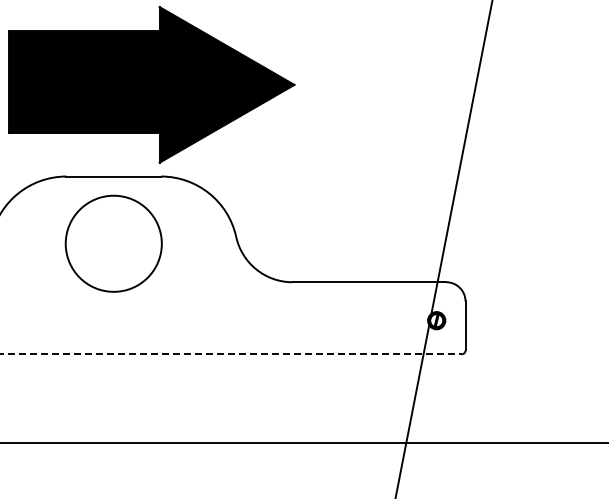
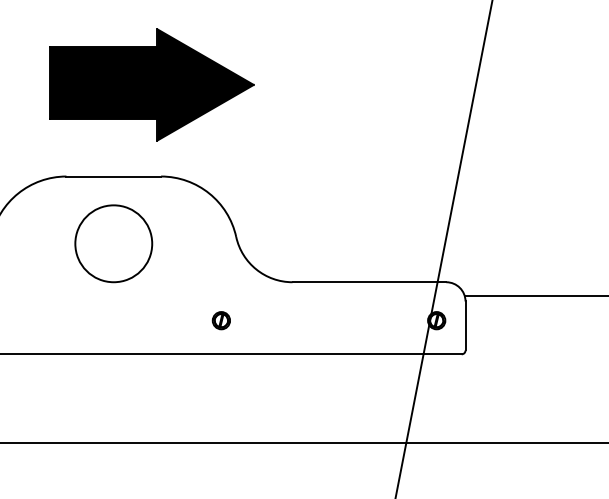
part at (151, 84) size: 288x158 px -> 206x114 px
circle at (113, 243) diameter: 96 px -> 77 px
line at (534, 295): none -> present
part at (220, 320): none -> present
line at (231, 354): dashed -> solid
